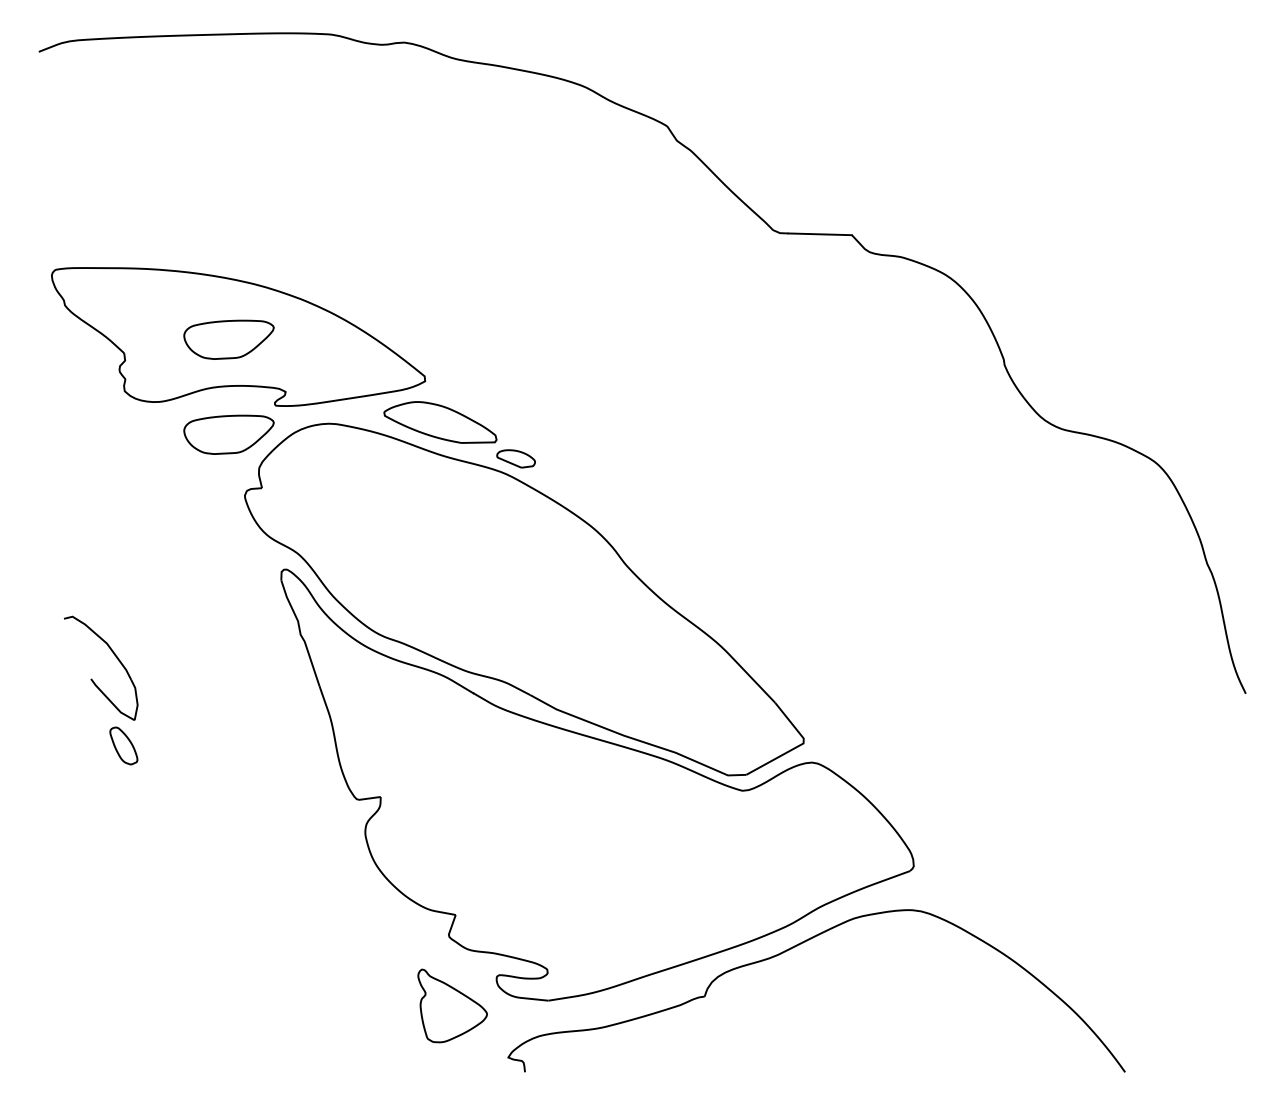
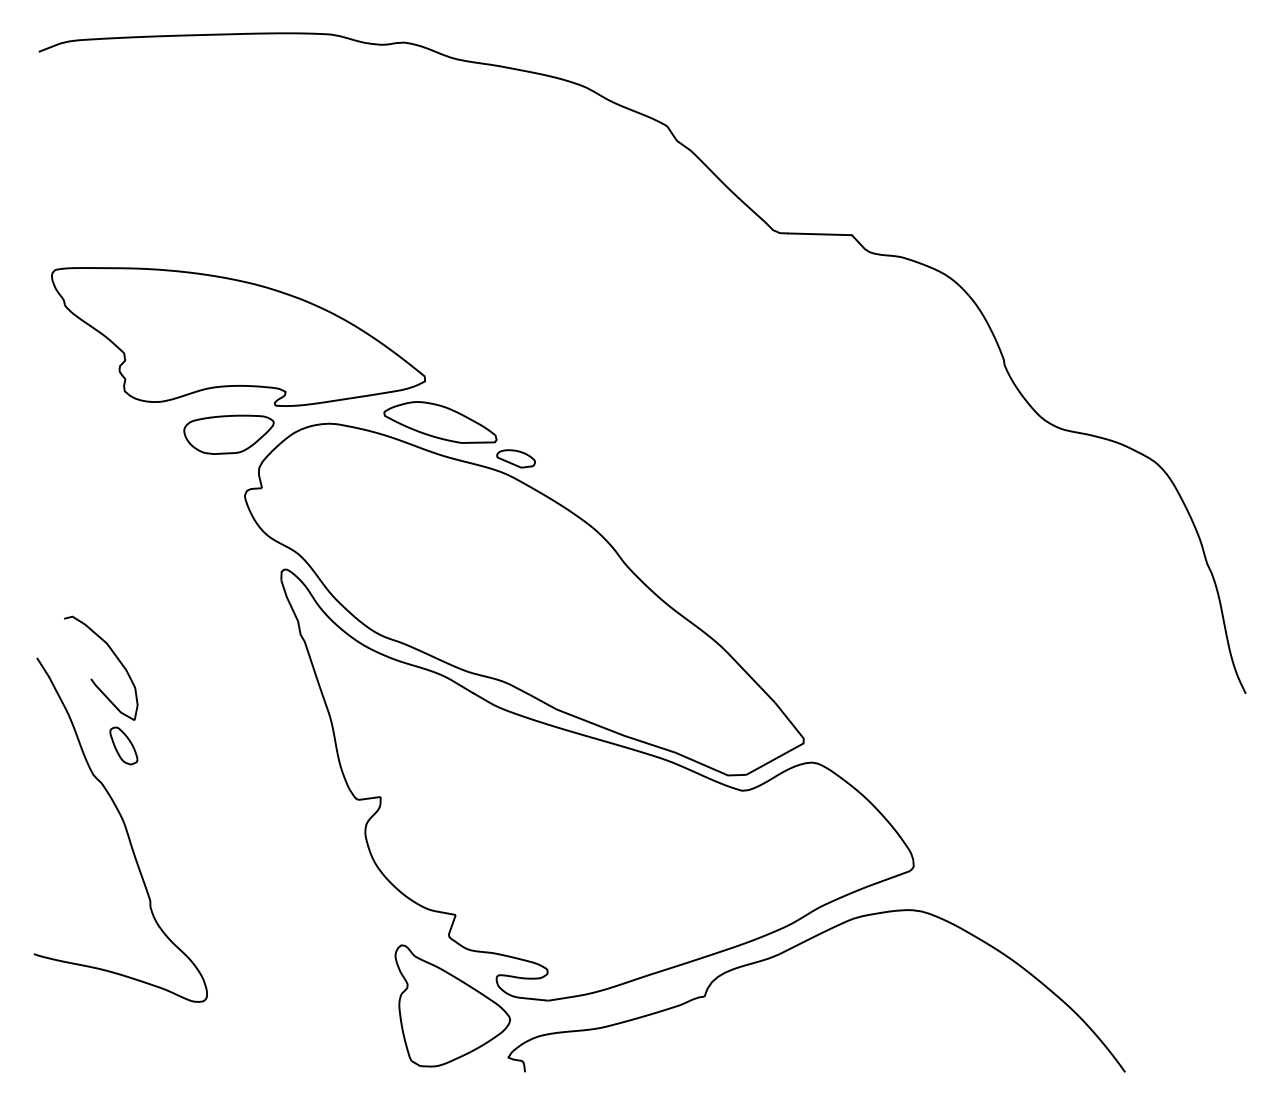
part at (228, 339): present -> none
part at (120, 829): none -> present
part at (452, 1005) size: 71x76 px -> 117x124 px
